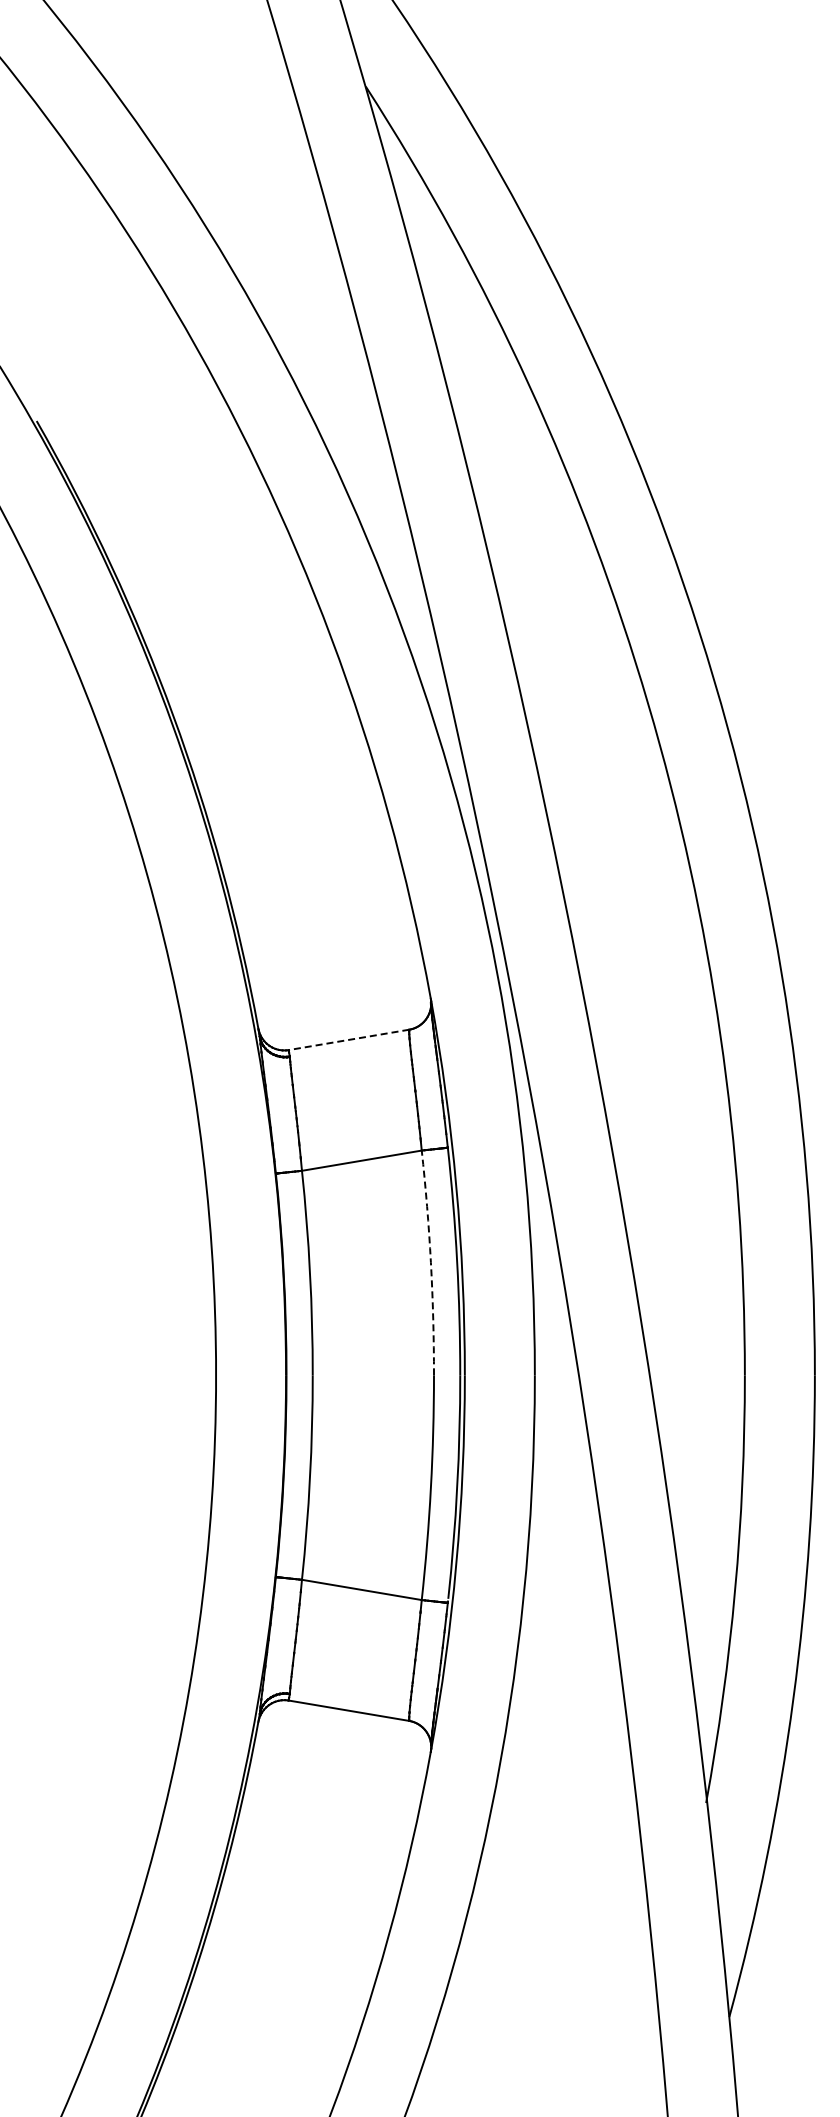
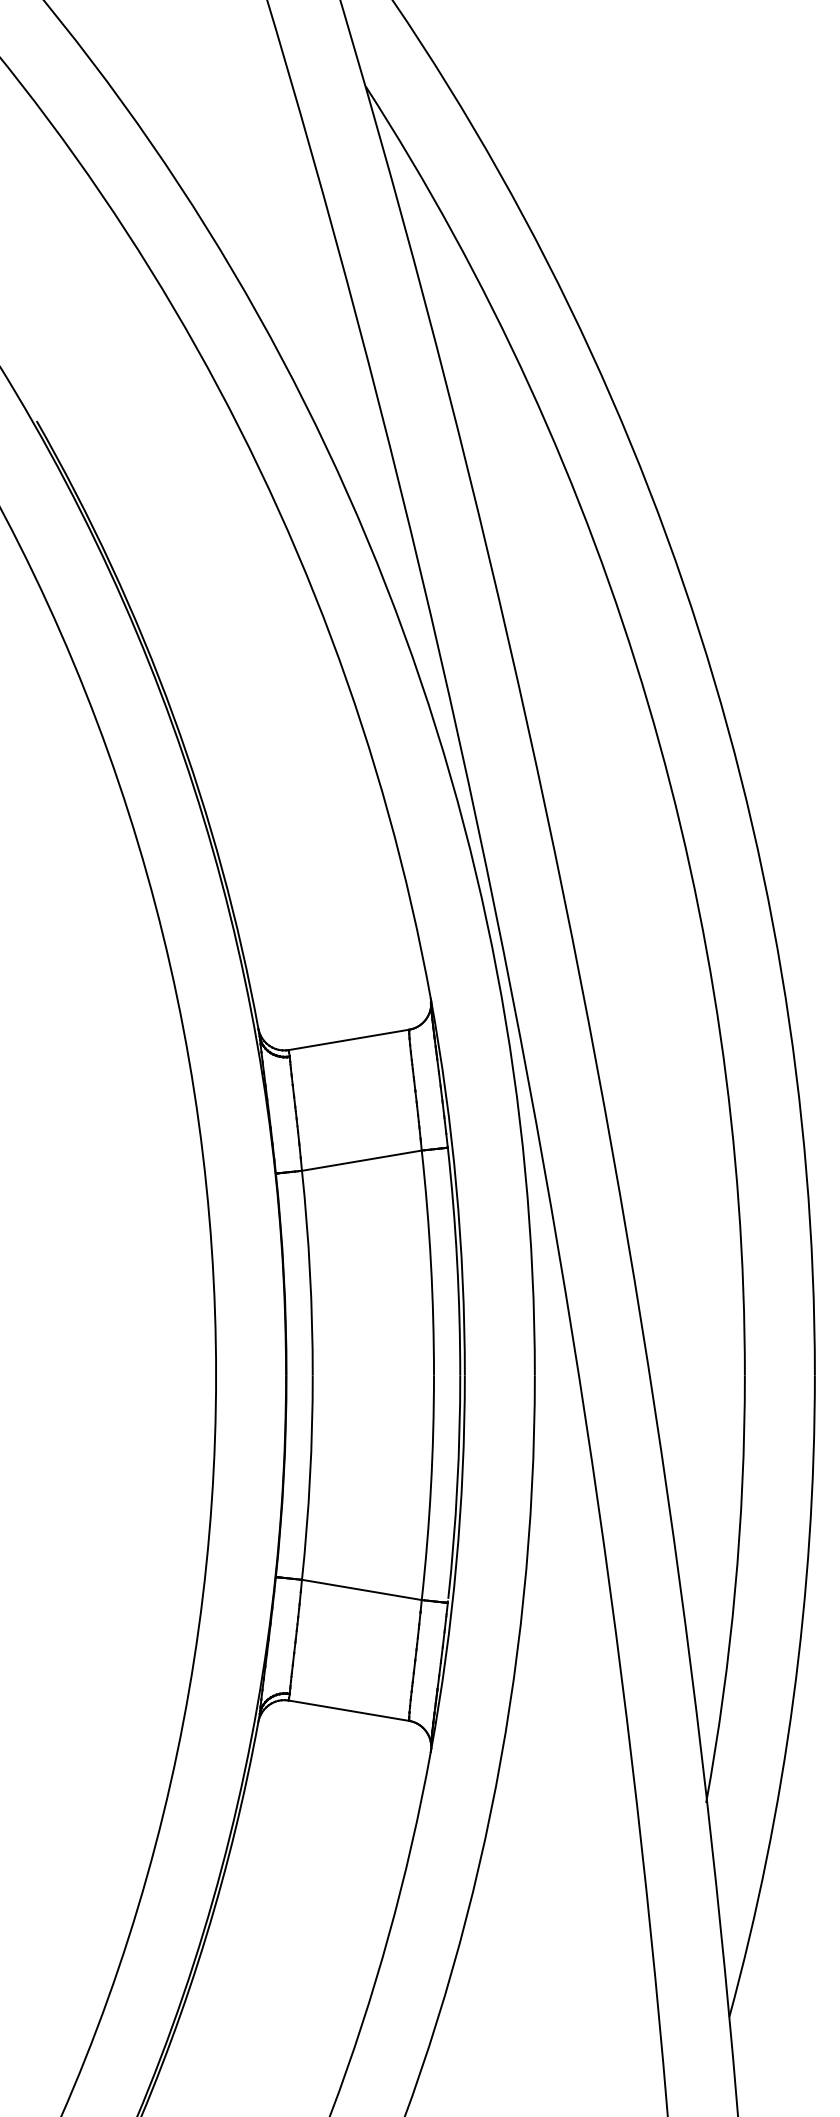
line at (348, 1039): dashed -> solid
arc at (430, 1262): dashed -> solid
